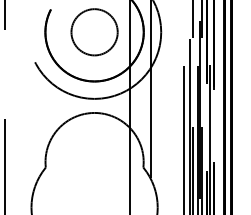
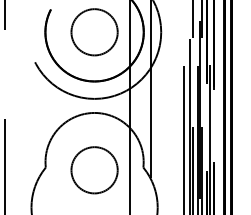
circle at (94, 170): none -> present
